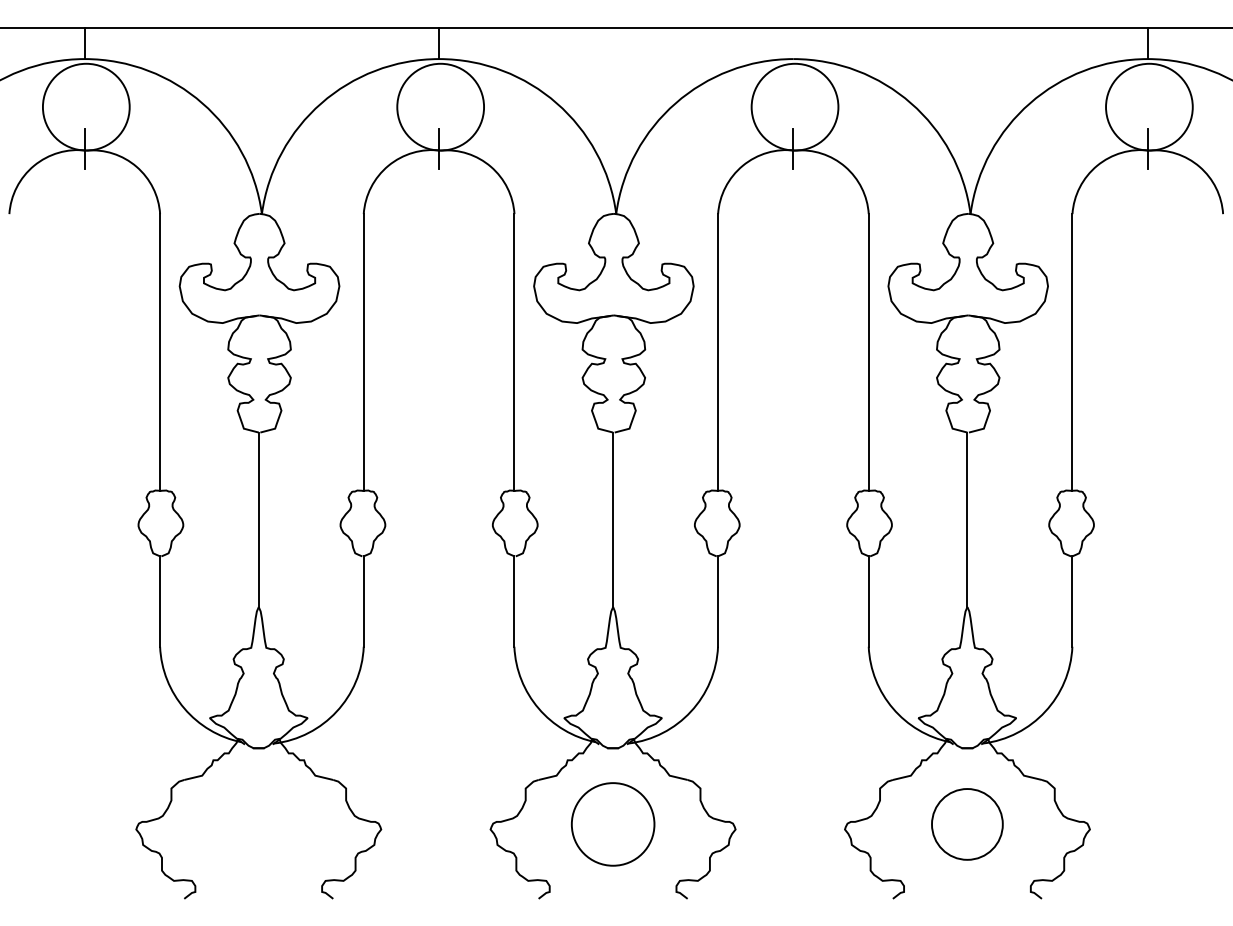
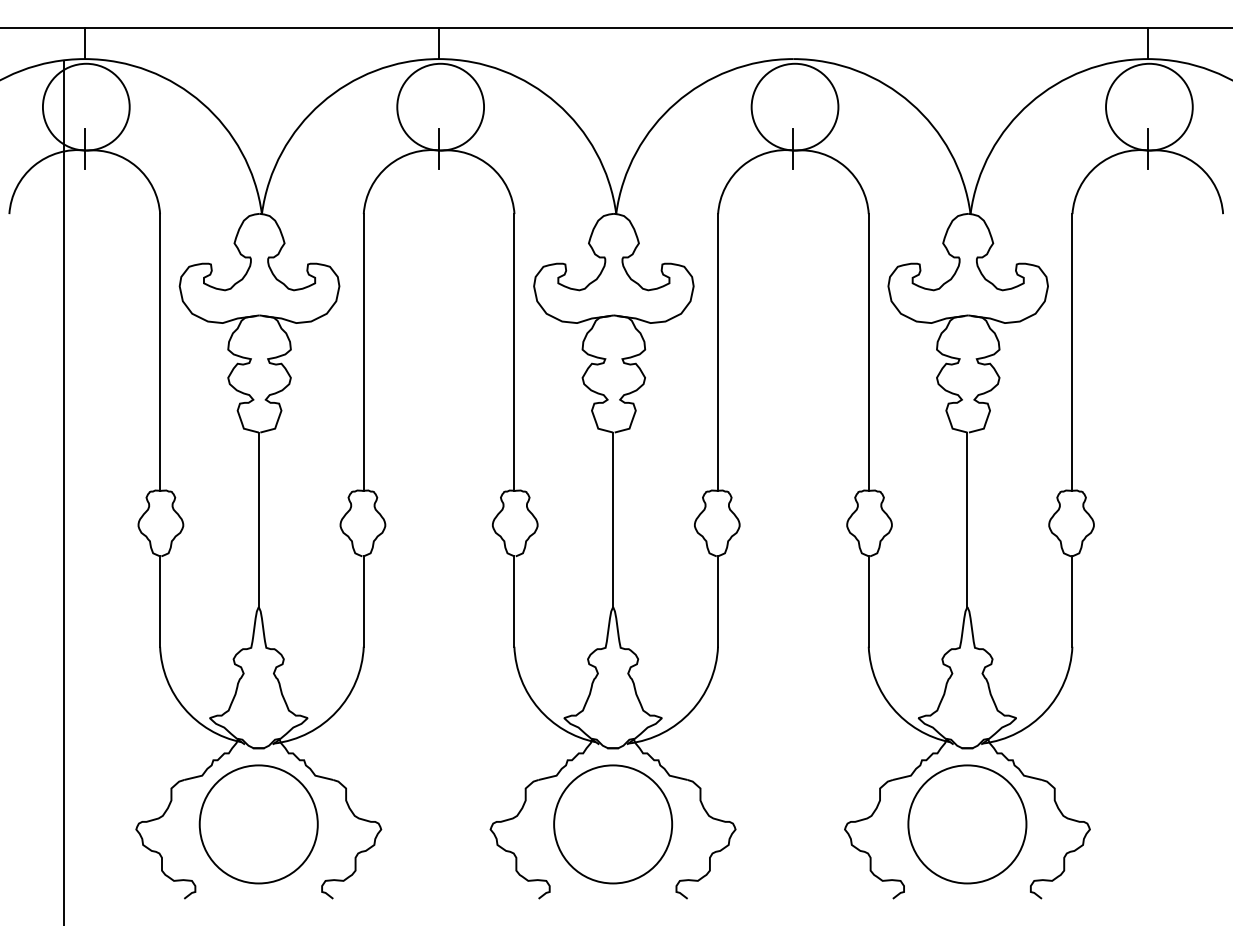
line at (64, 491): none -> present
circle at (258, 824): none -> present
circle at (612, 824) diameter: 83 px -> 118 px
circle at (967, 824) diameter: 71 px -> 118 px
